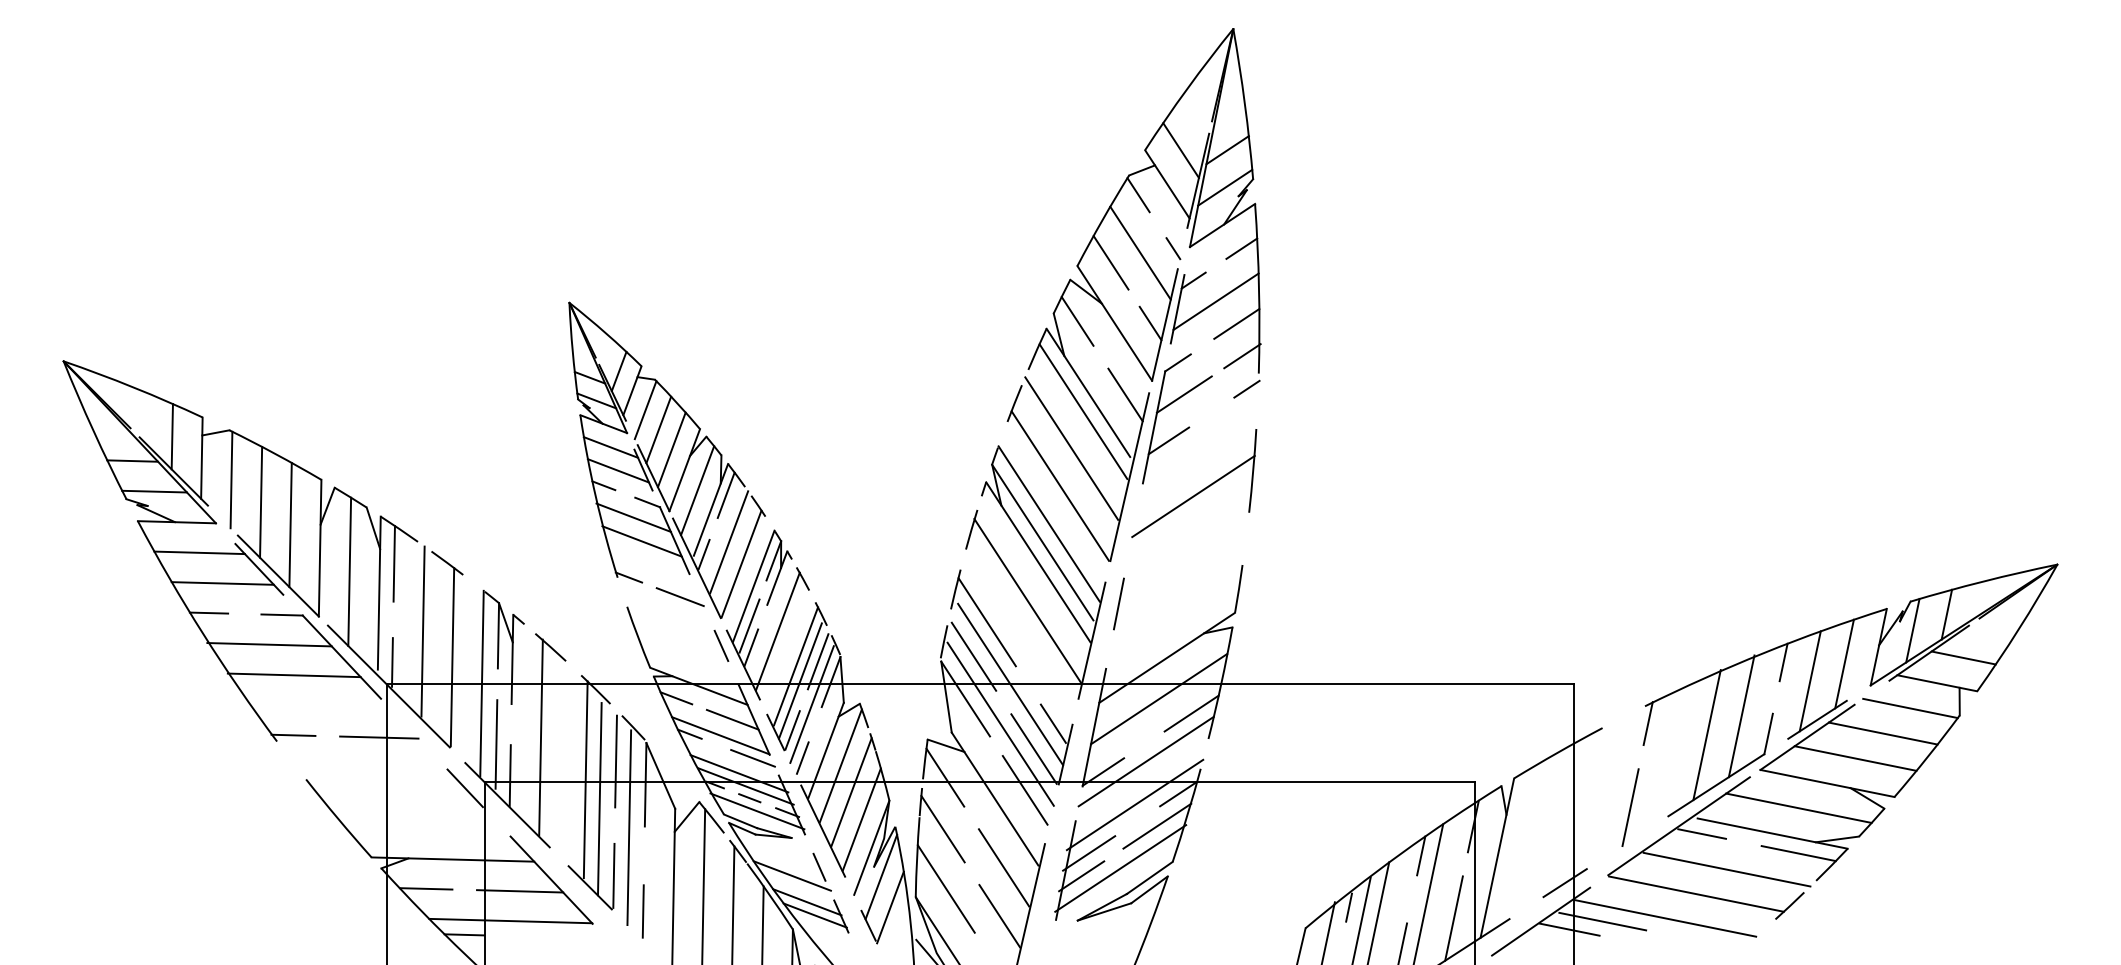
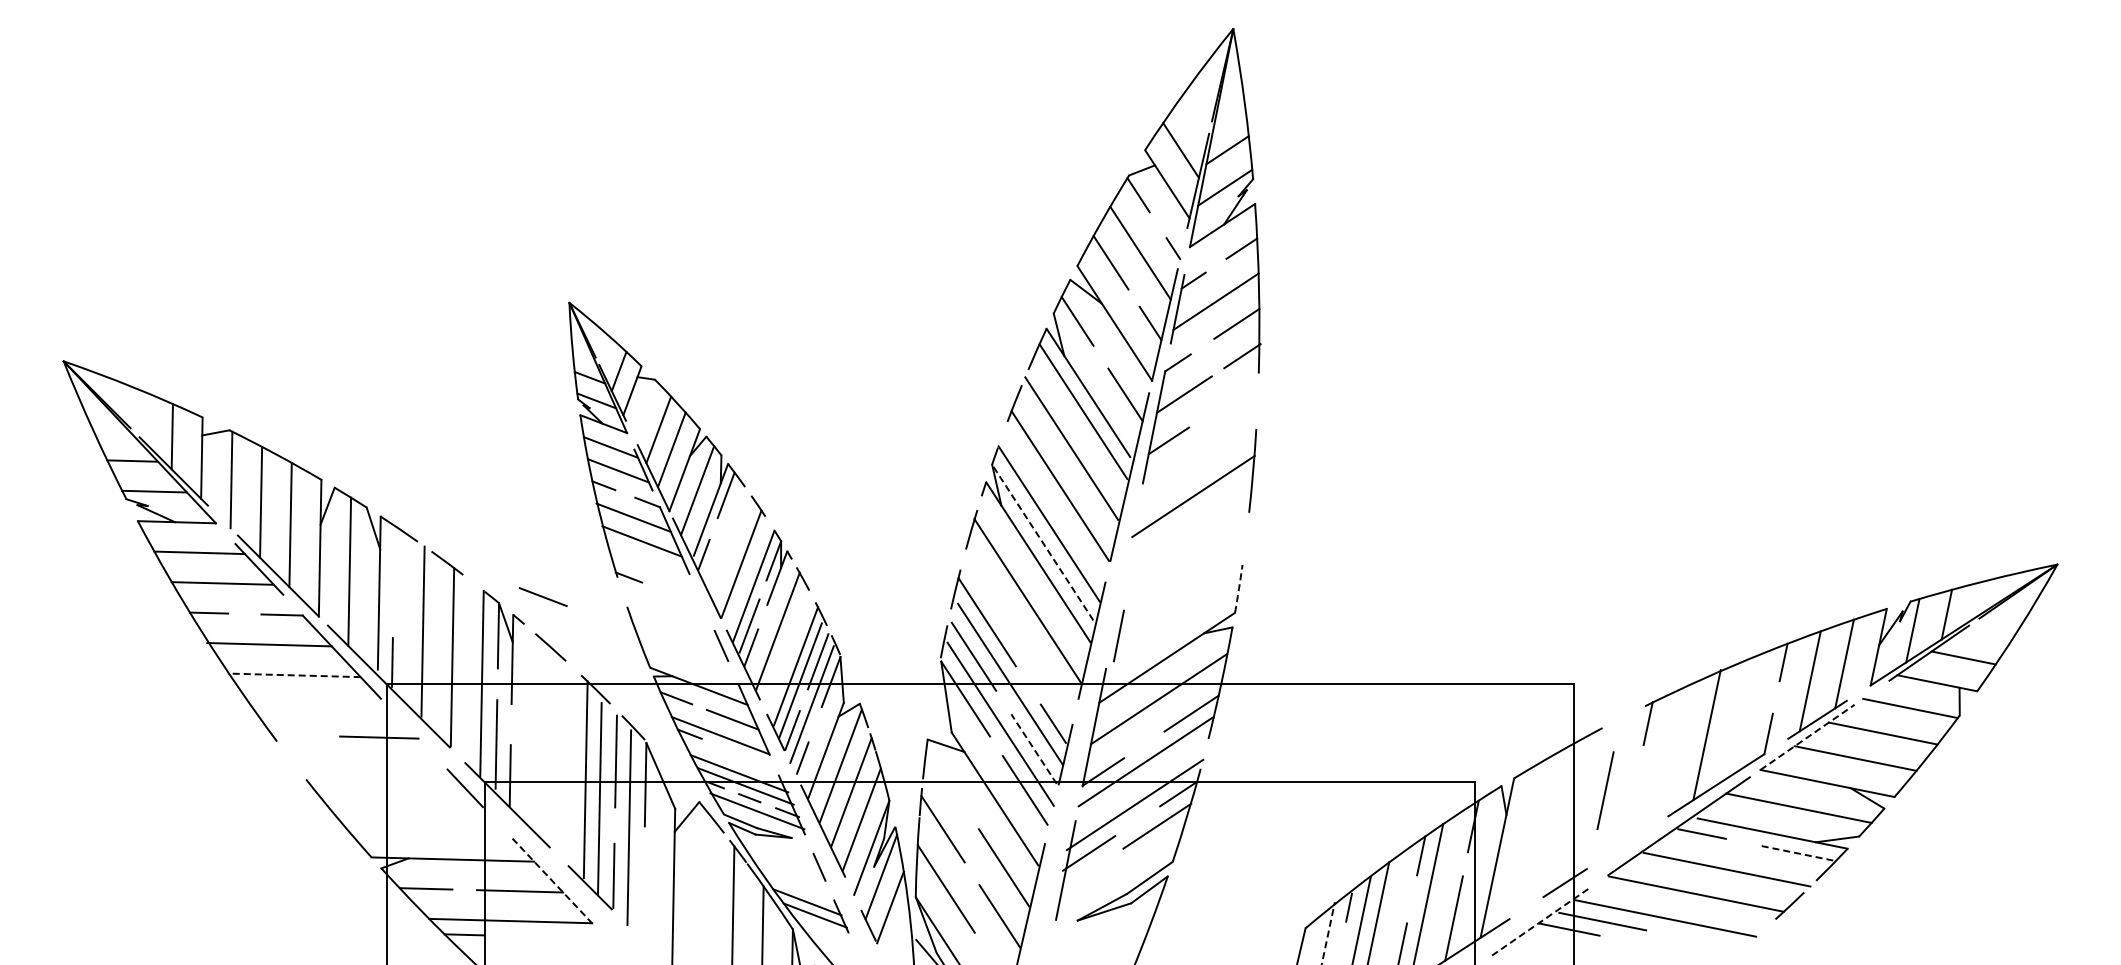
line at (1246, 388): present -> none
line at (645, 410): present -> none
line at (729, 542): present -> none
line at (1042, 542): solid -> dashed
line at (393, 563): present -> none
arc at (1238, 588): solid -> dashed
line at (679, 596) position: (679, 596) -> (542, 596)
line at (1118, 603) position: (1118, 603) -> (1118, 635)
line at (293, 675): solid -> dashed
line at (1741, 716): present -> none
line at (293, 734): present -> none
line at (540, 737): present -> none
line at (1807, 737): solid -> dashed
line at (1034, 749): solid -> dashed
line at (752, 757): present -> none
line at (945, 777): present -> none
line at (1630, 807) position: (1630, 807) -> (1605, 790)
line at (1798, 853): solid -> dashed
line at (1120, 868): present -> none
line at (791, 875): present -> none
line at (1081, 876): present -> none
line at (551, 880): solid -> dashed
line at (703, 885): present -> none
line at (642, 911): present -> none
line at (1541, 921): solid -> dashed
line at (1328, 933): solid -> dashed
